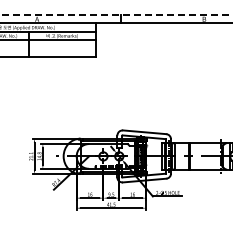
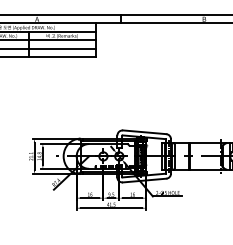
line at (116, 15): dashed -> solid
line at (48, 48): none -> present
